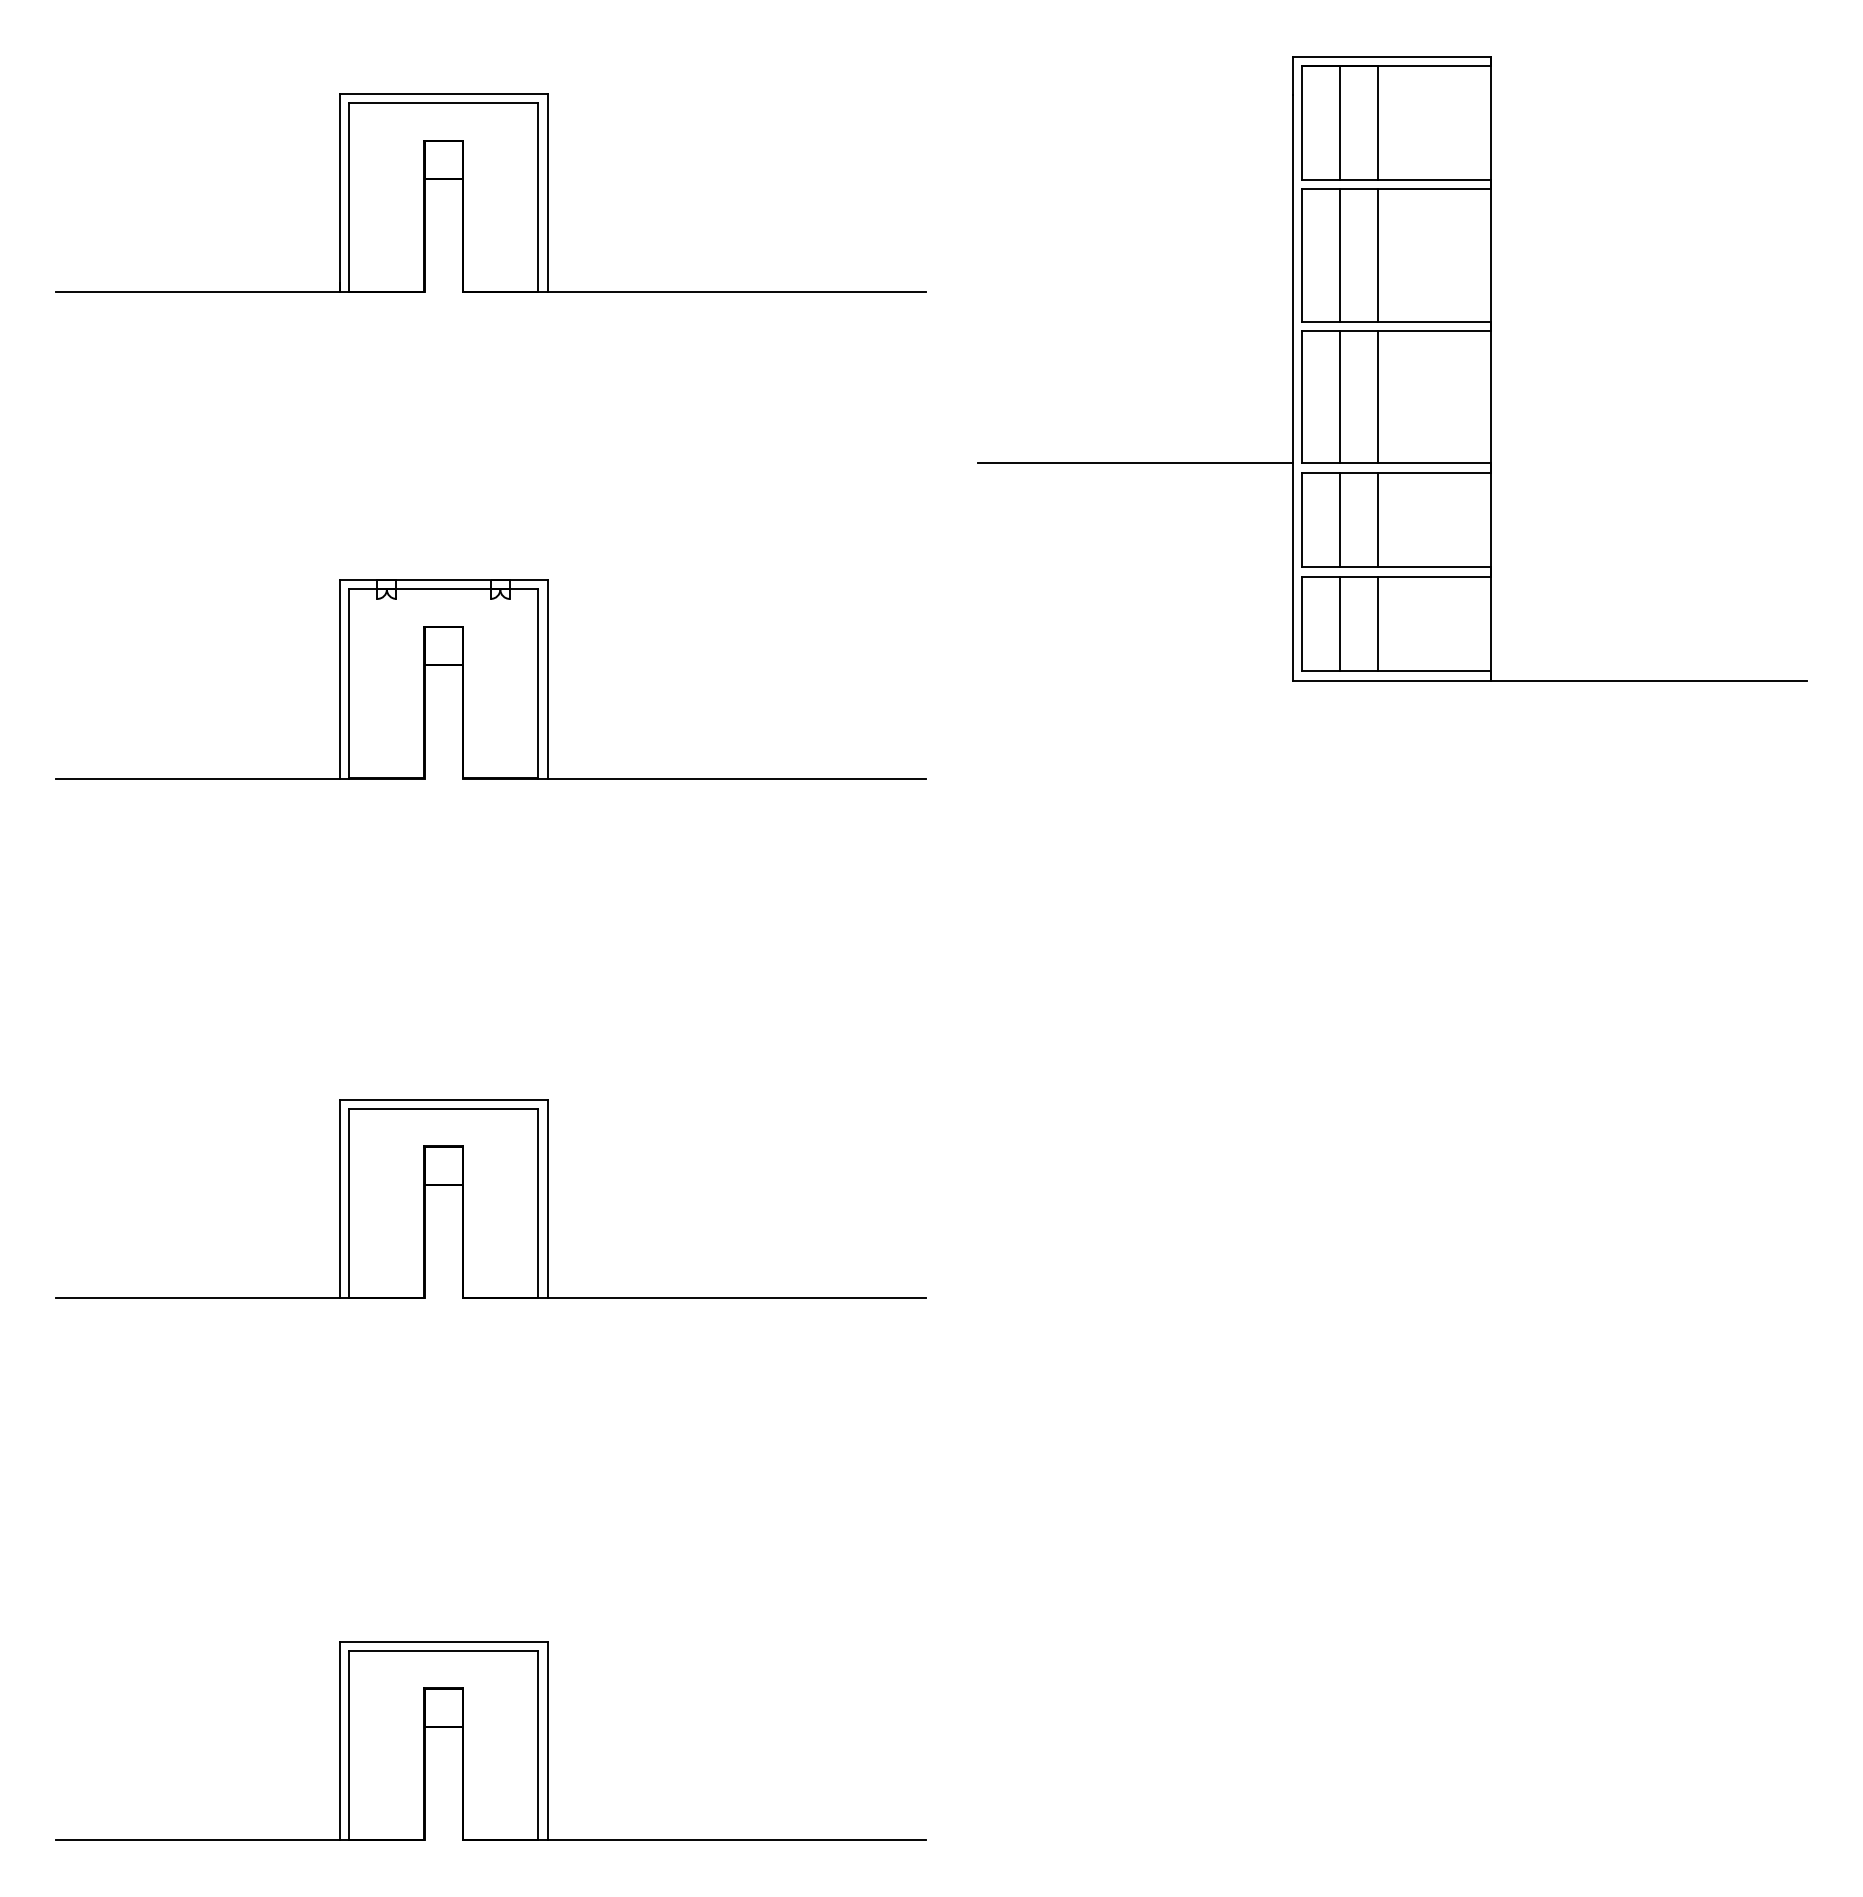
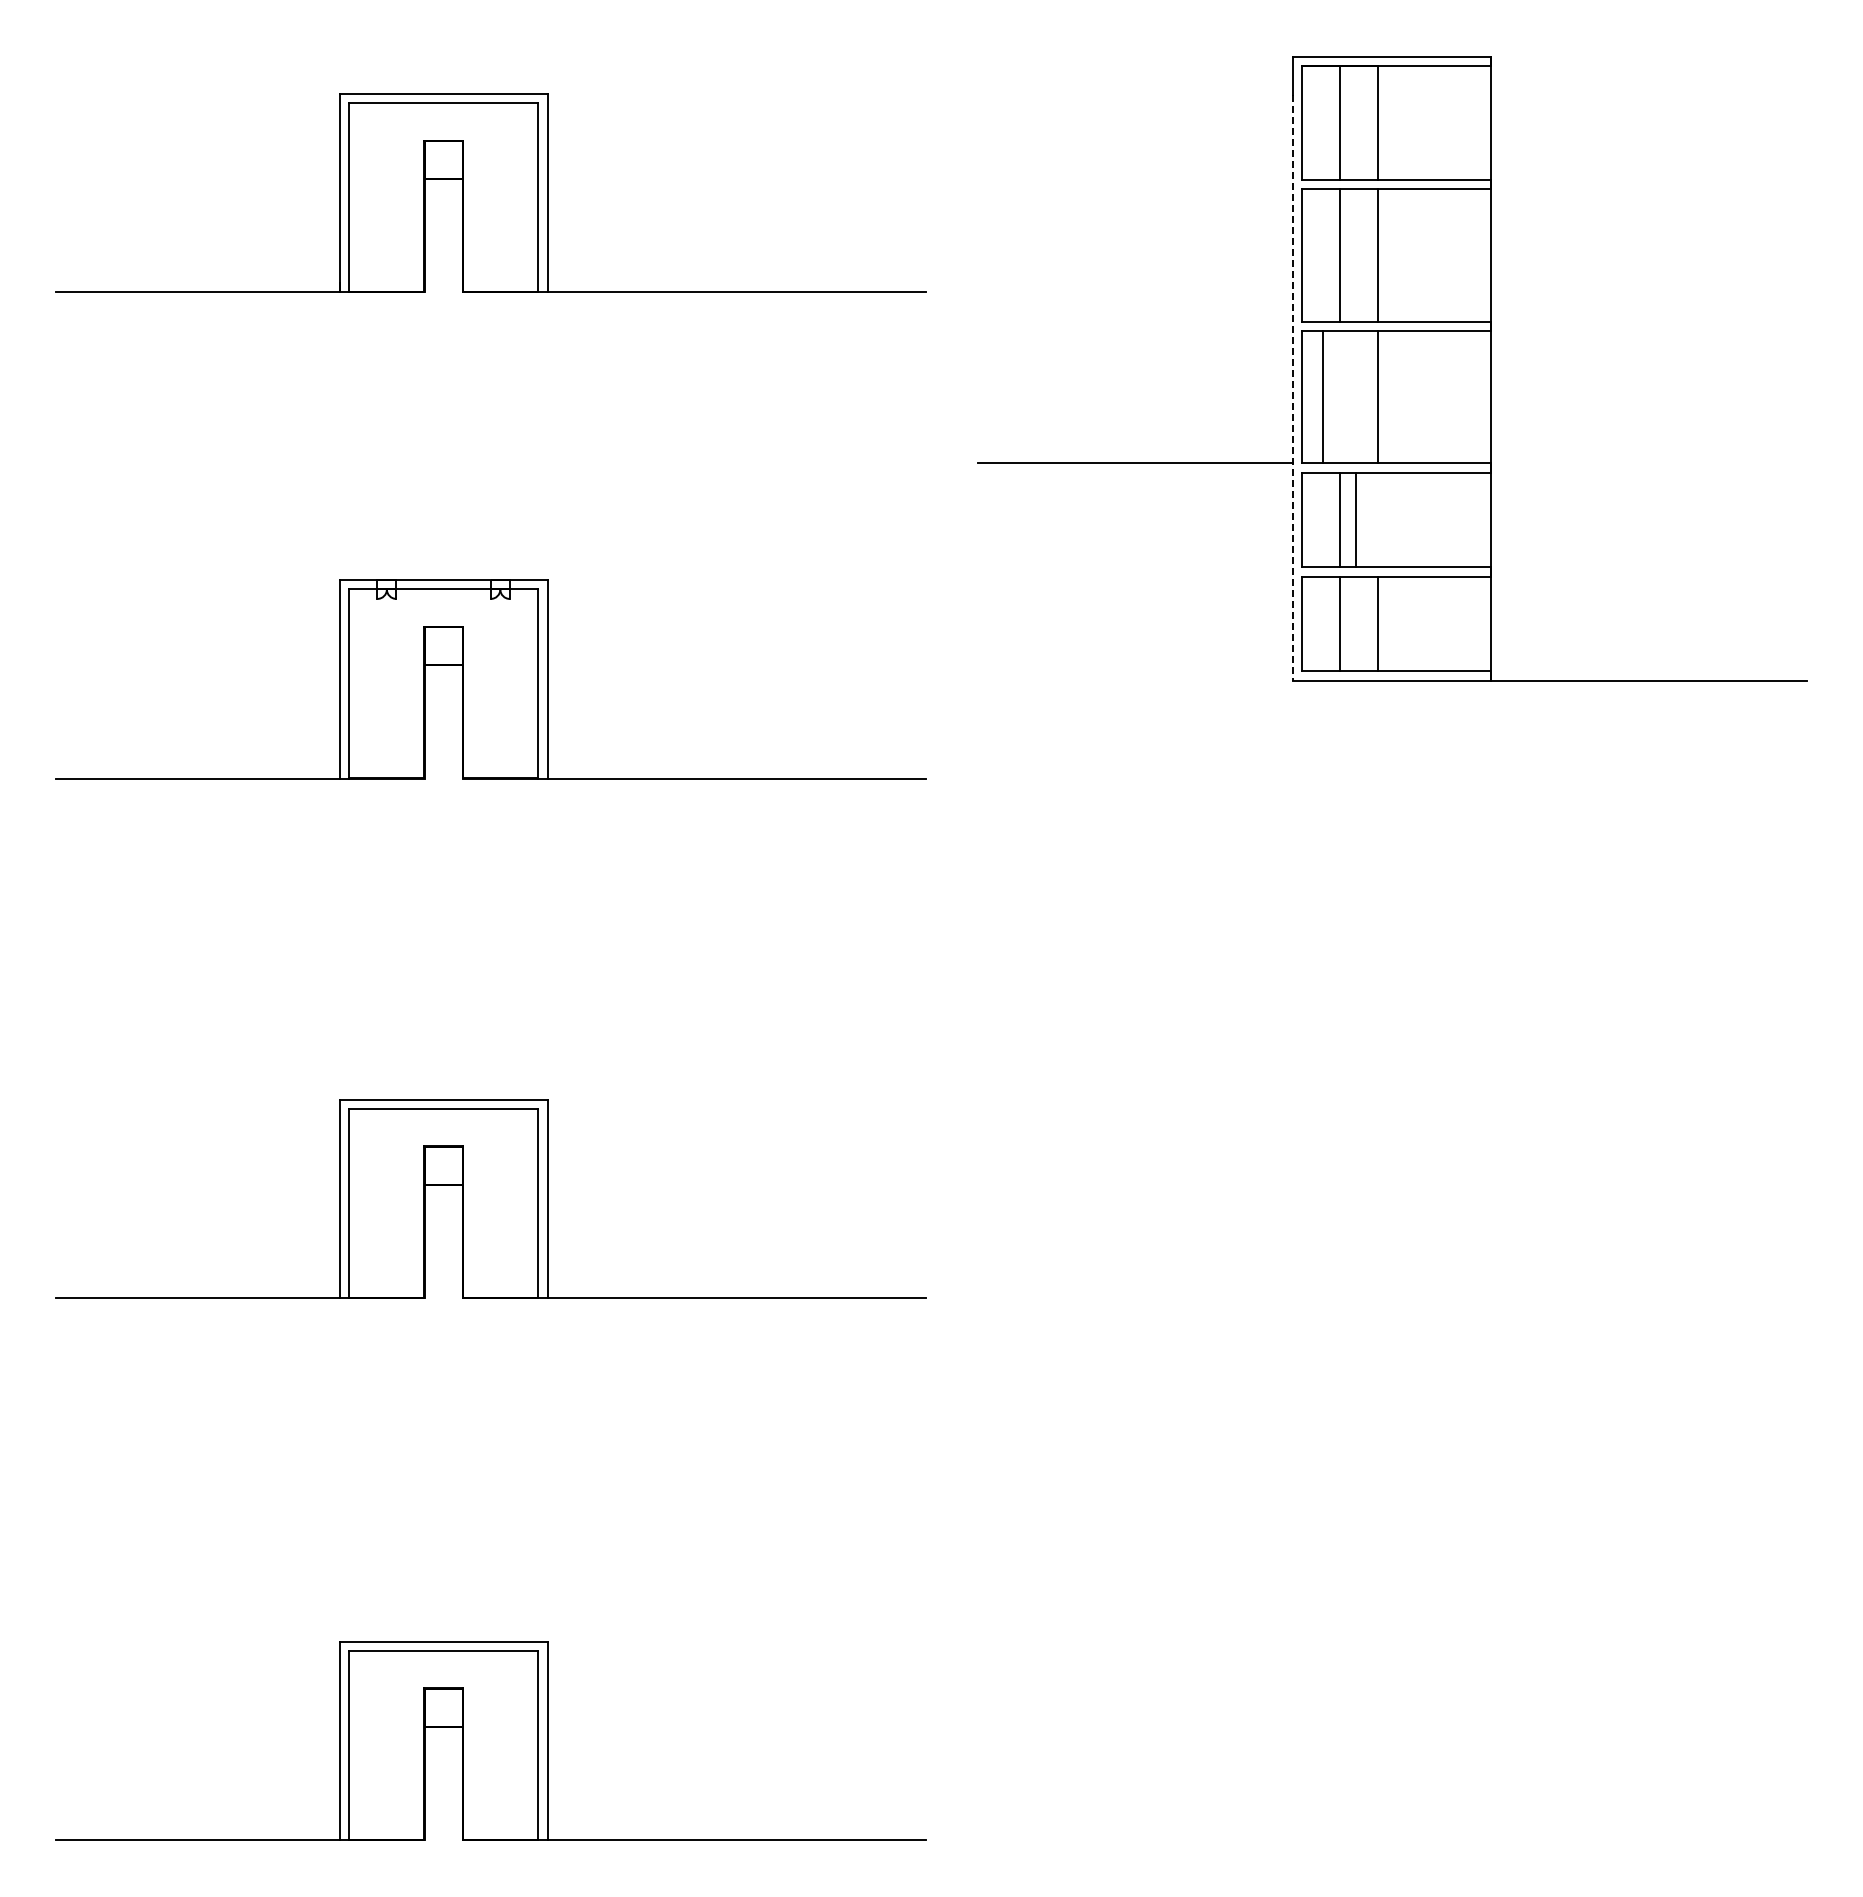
line at (1292, 388): solid -> dashed
line at (1339, 397) position: (1339, 397) -> (1322, 397)
line at (1377, 519) position: (1377, 519) -> (1355, 519)
